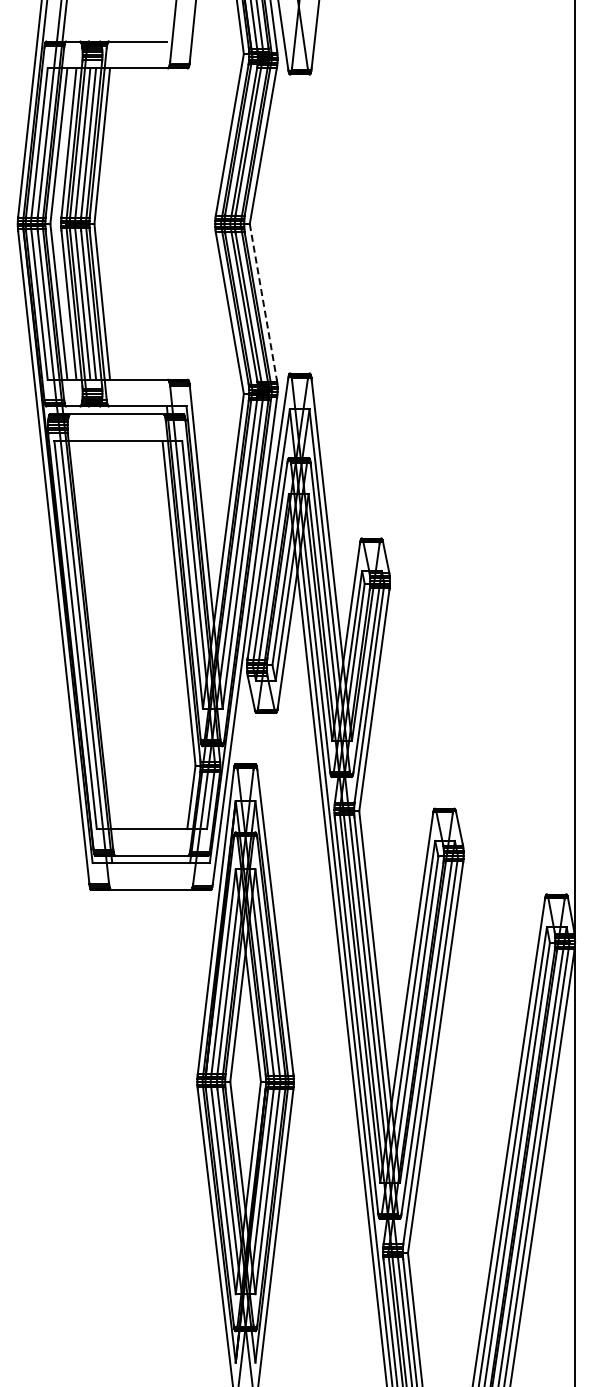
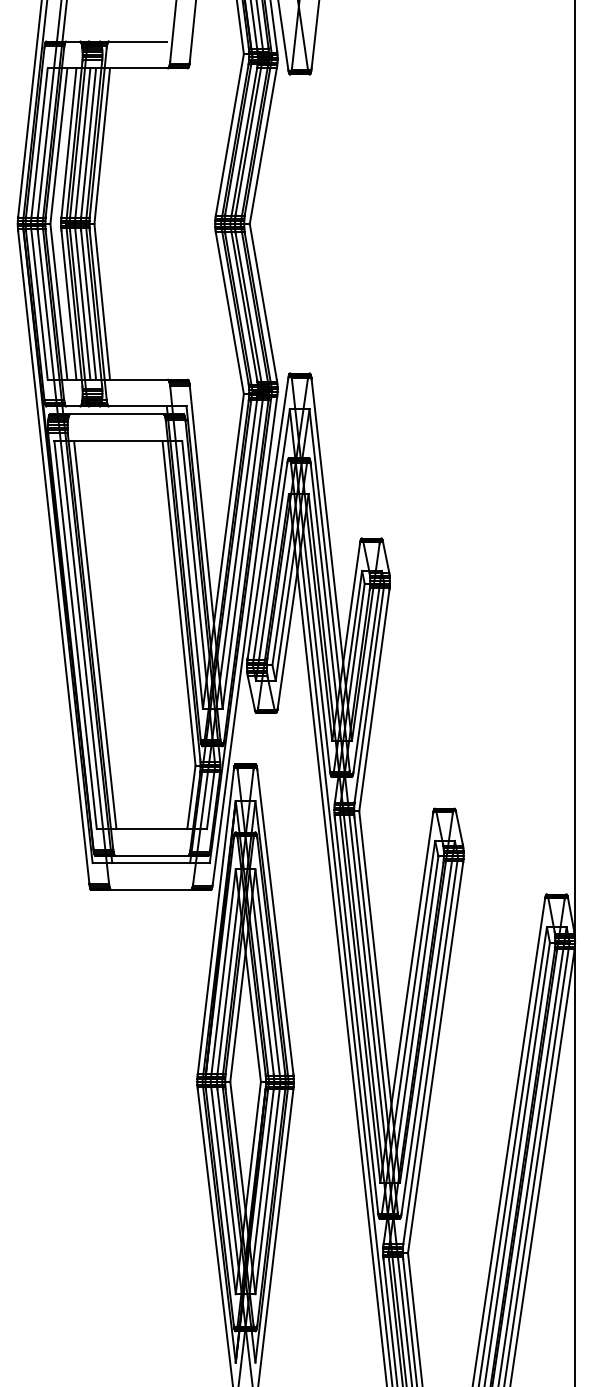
line at (263, 302): dashed -> solid
line at (95, 635): none -> present
